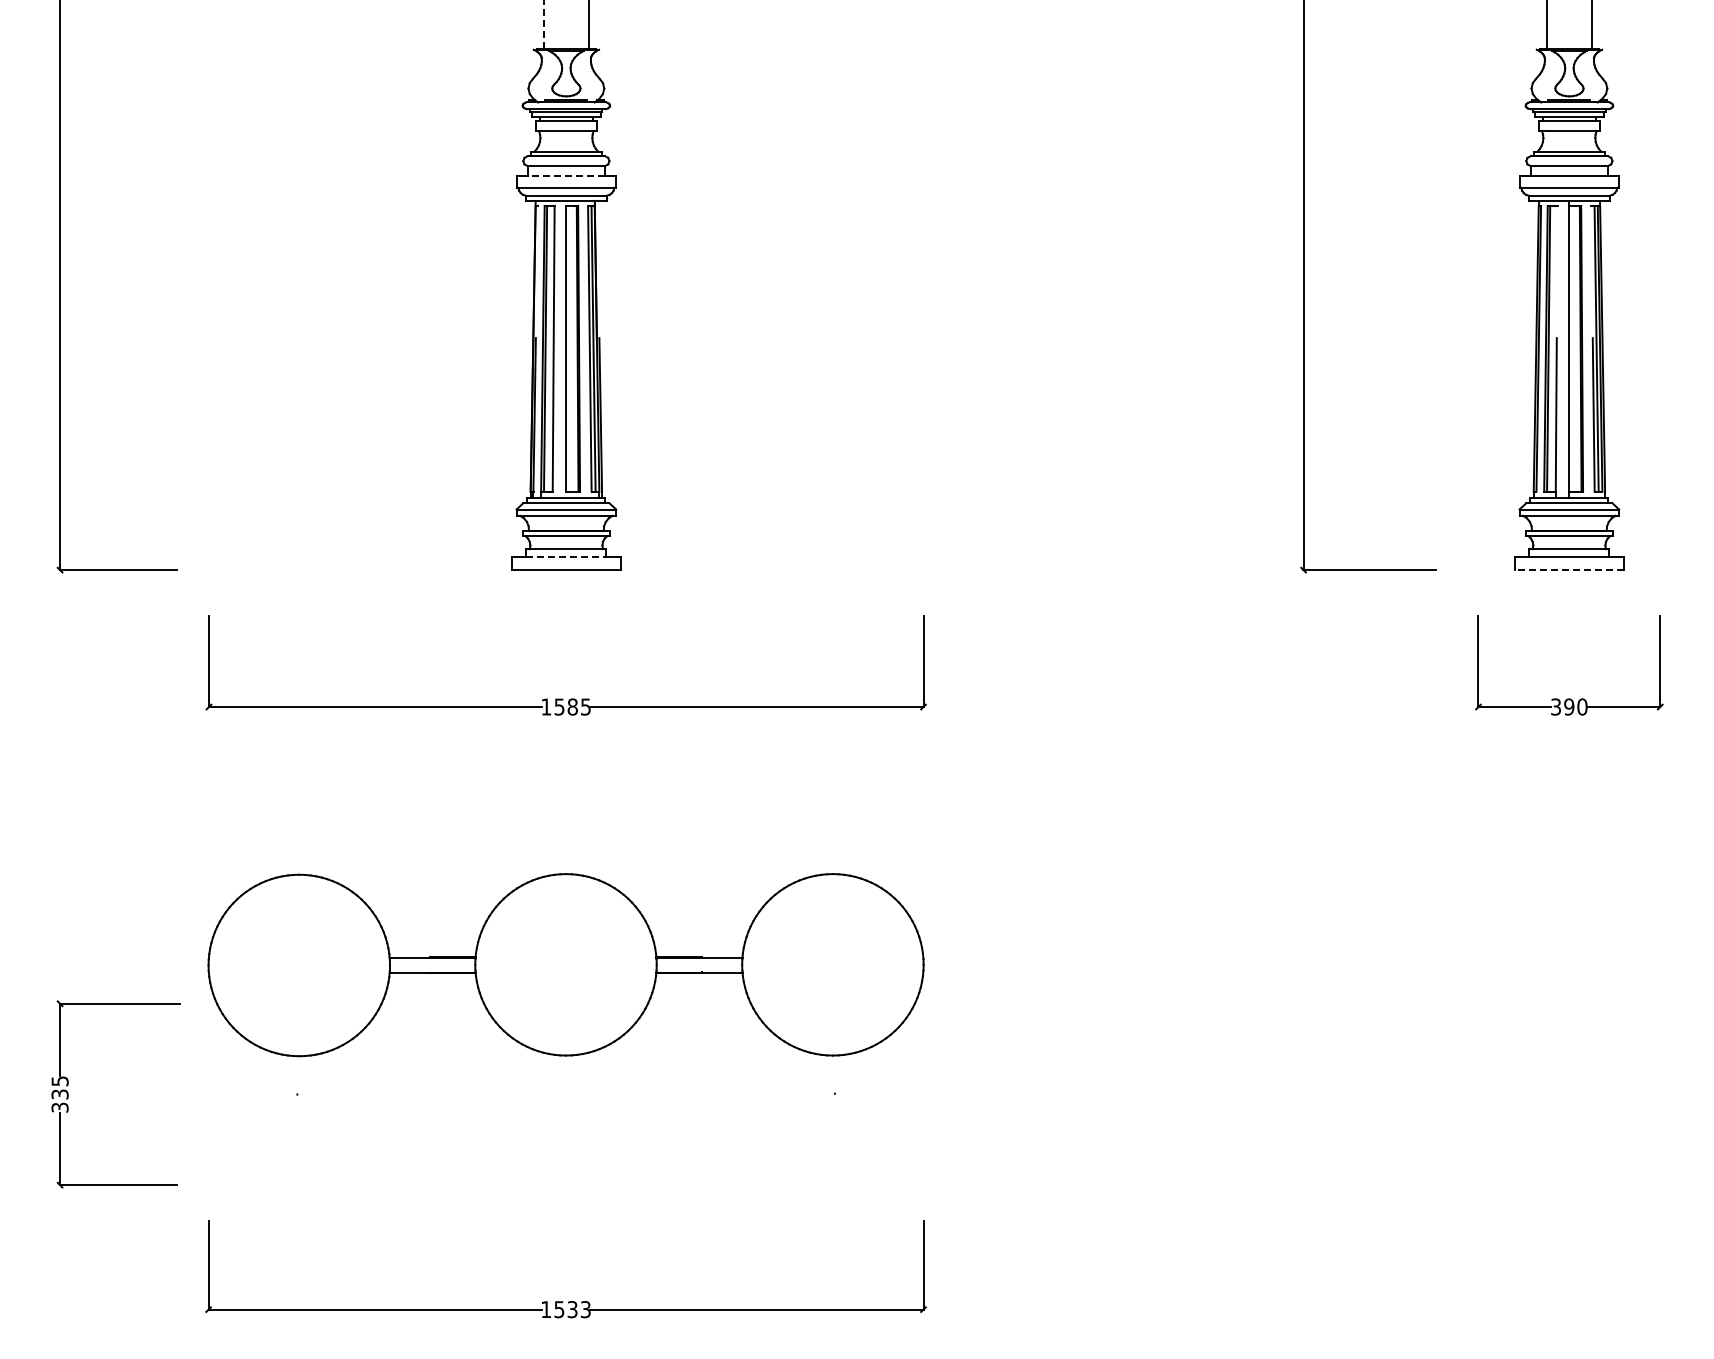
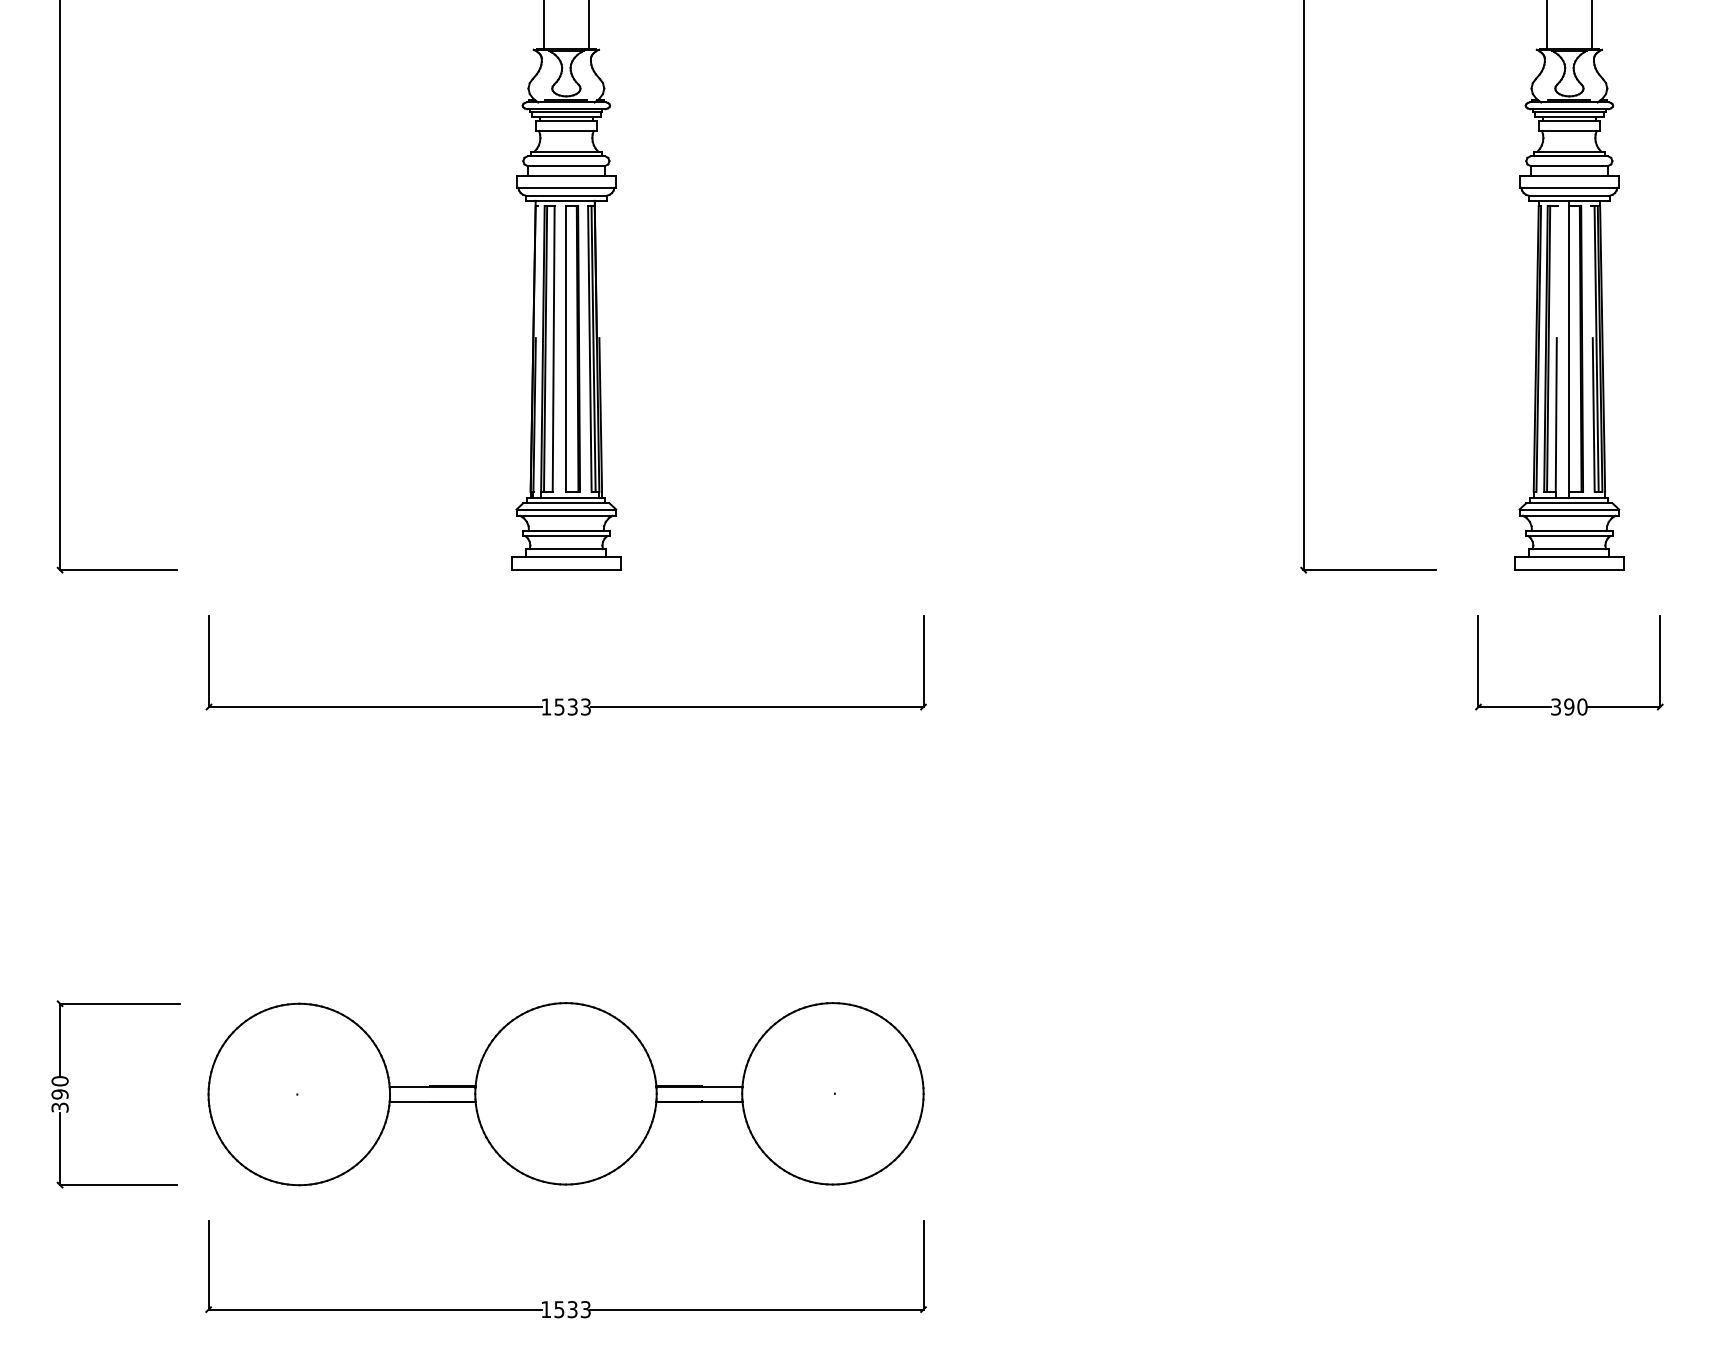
line at (543, 24): dashed -> solid
line at (566, 176): dashed -> solid
line at (566, 557): dashed -> solid
line at (1569, 570): dashed -> solid
text at (578, 706): 1585 -> 1533
part at (565, 965) position: (565, 965) -> (565, 1094)
text at (59, 1087): 335 -> 390
